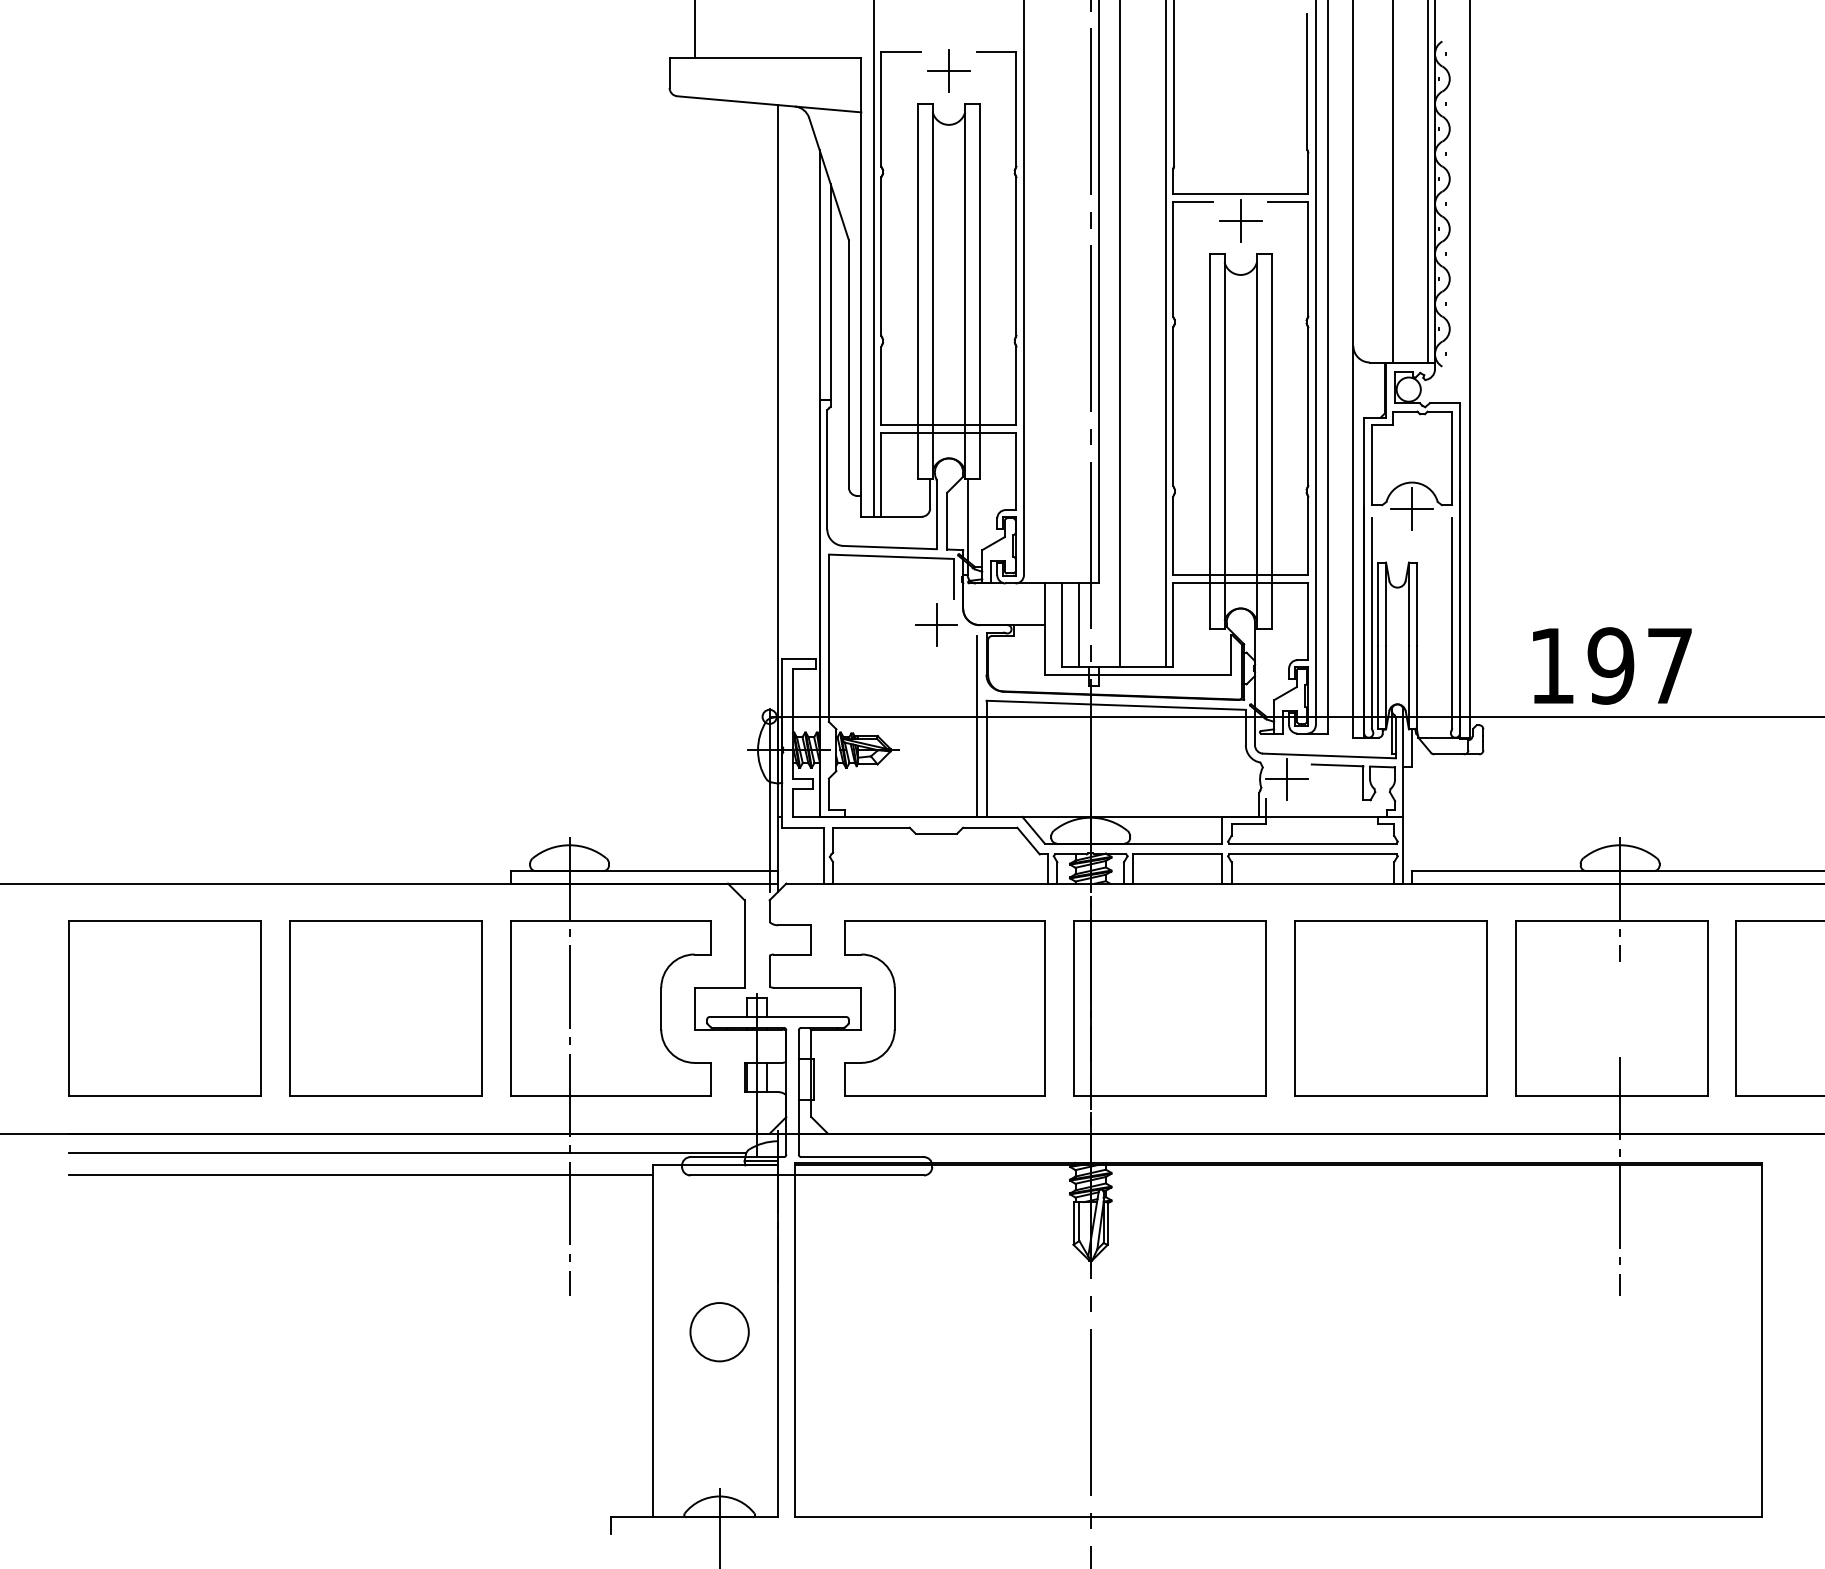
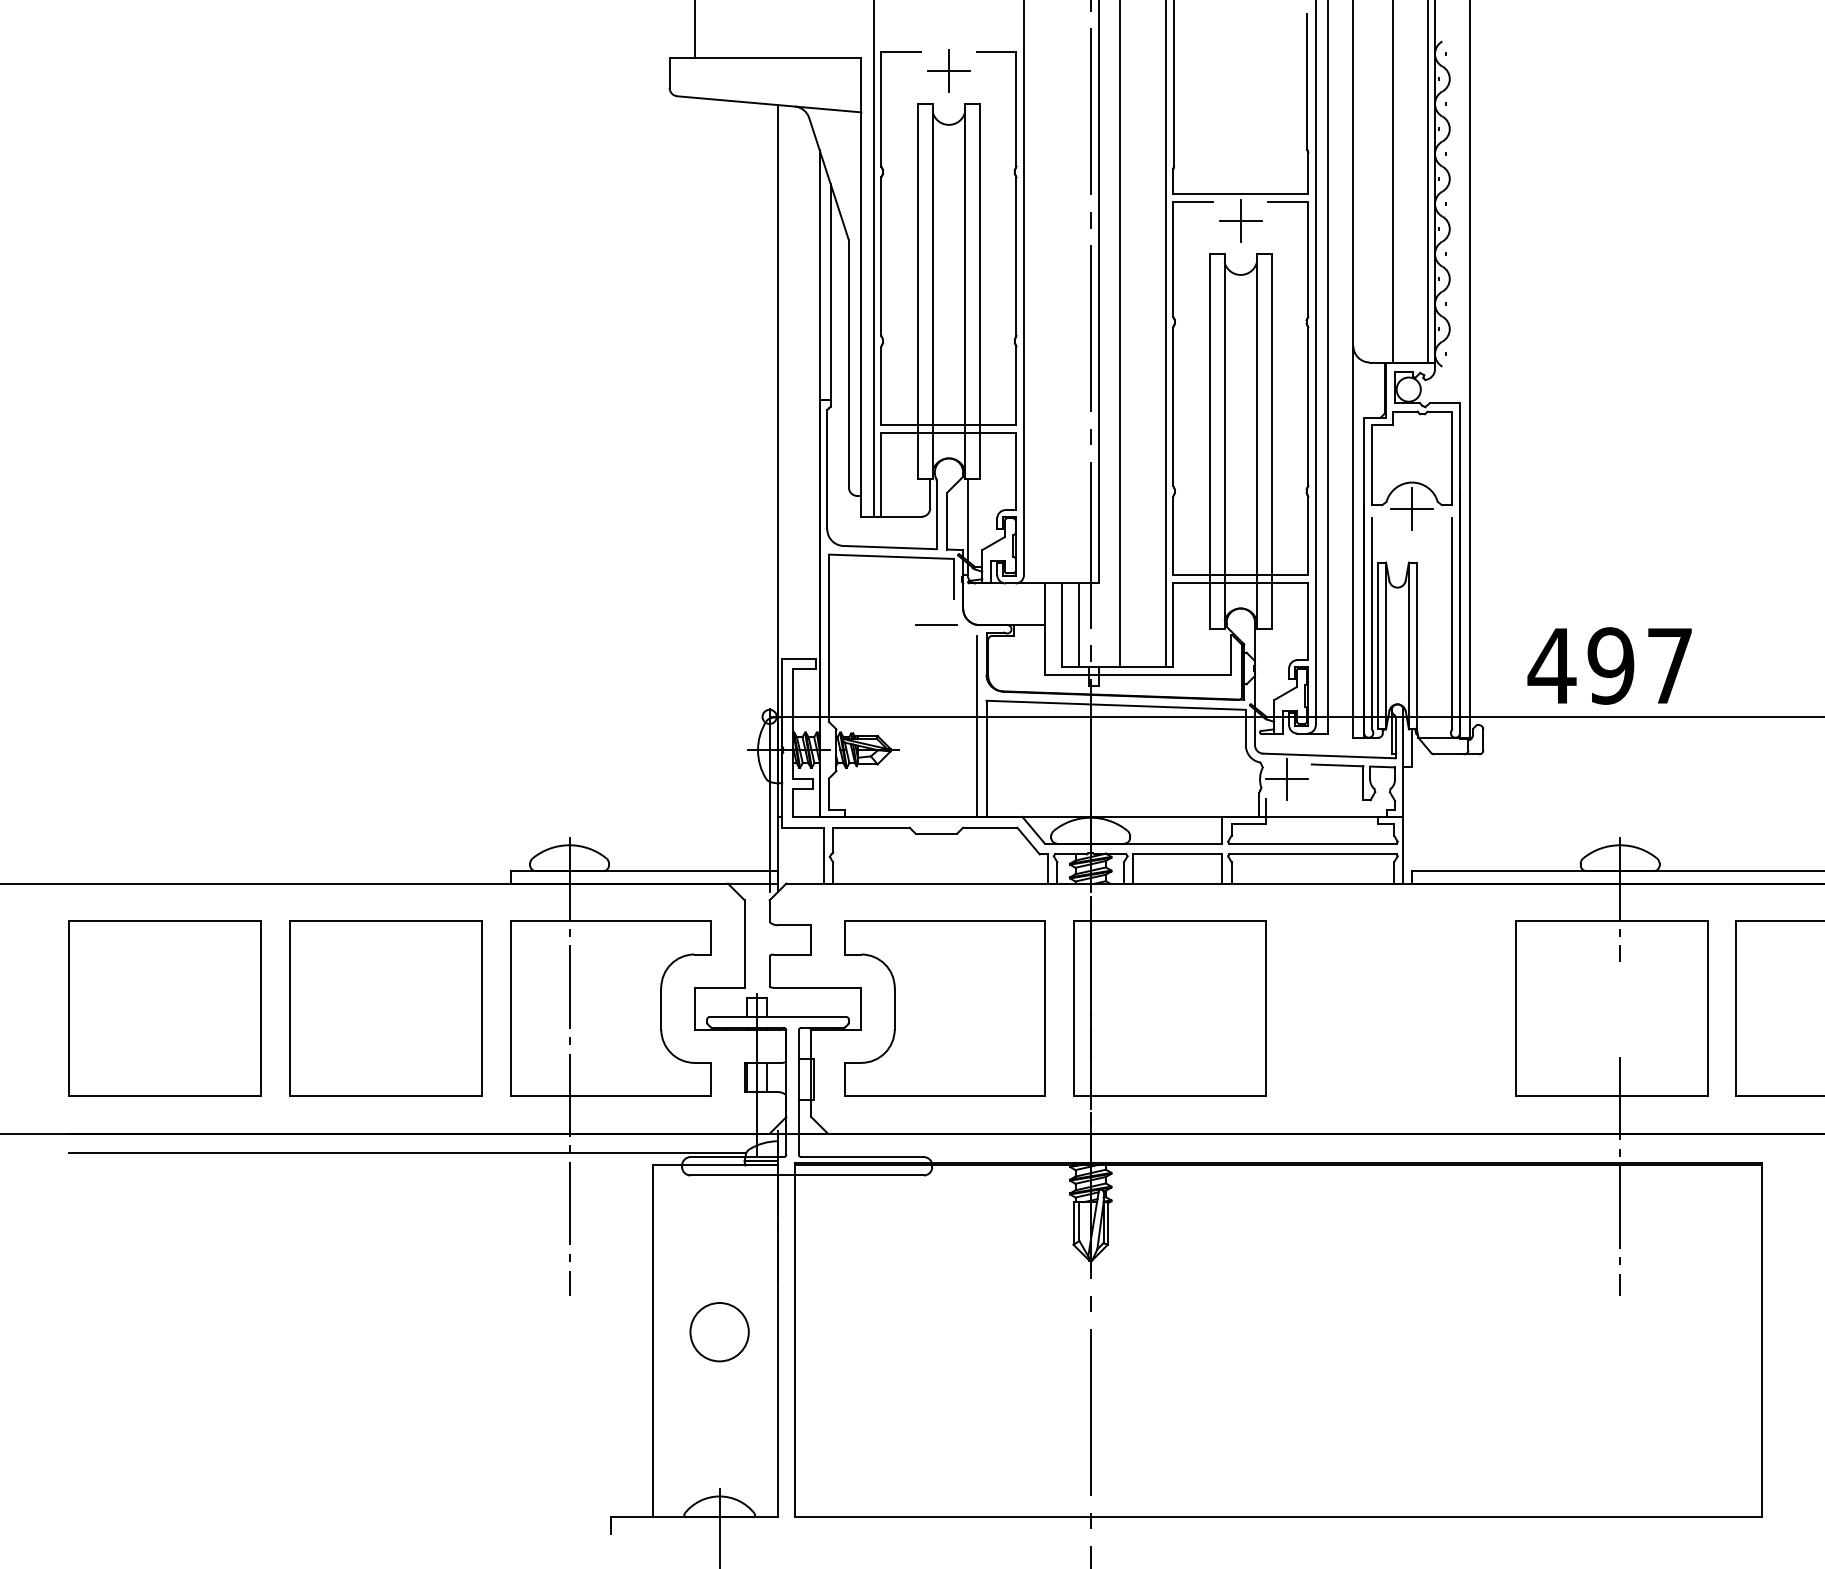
line at (936, 625): present -> none
text at (1551, 665): 197 -> 497
part at (1390, 1008): present -> none
line at (360, 1175): present -> none
